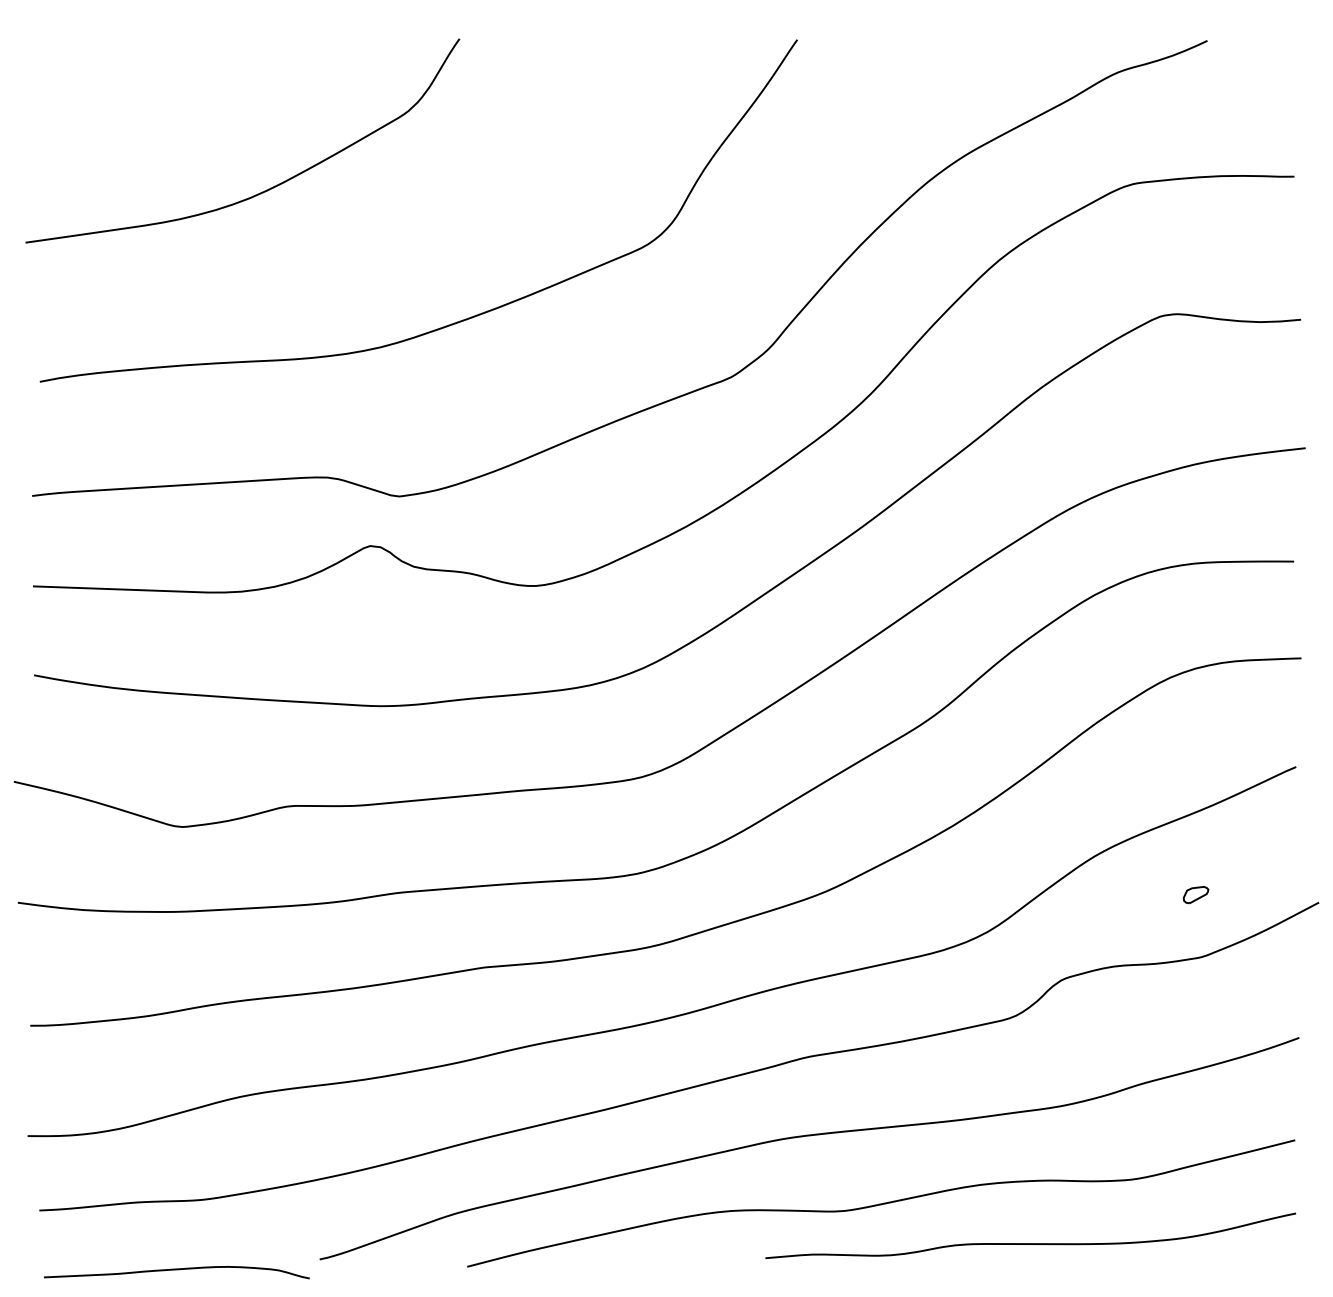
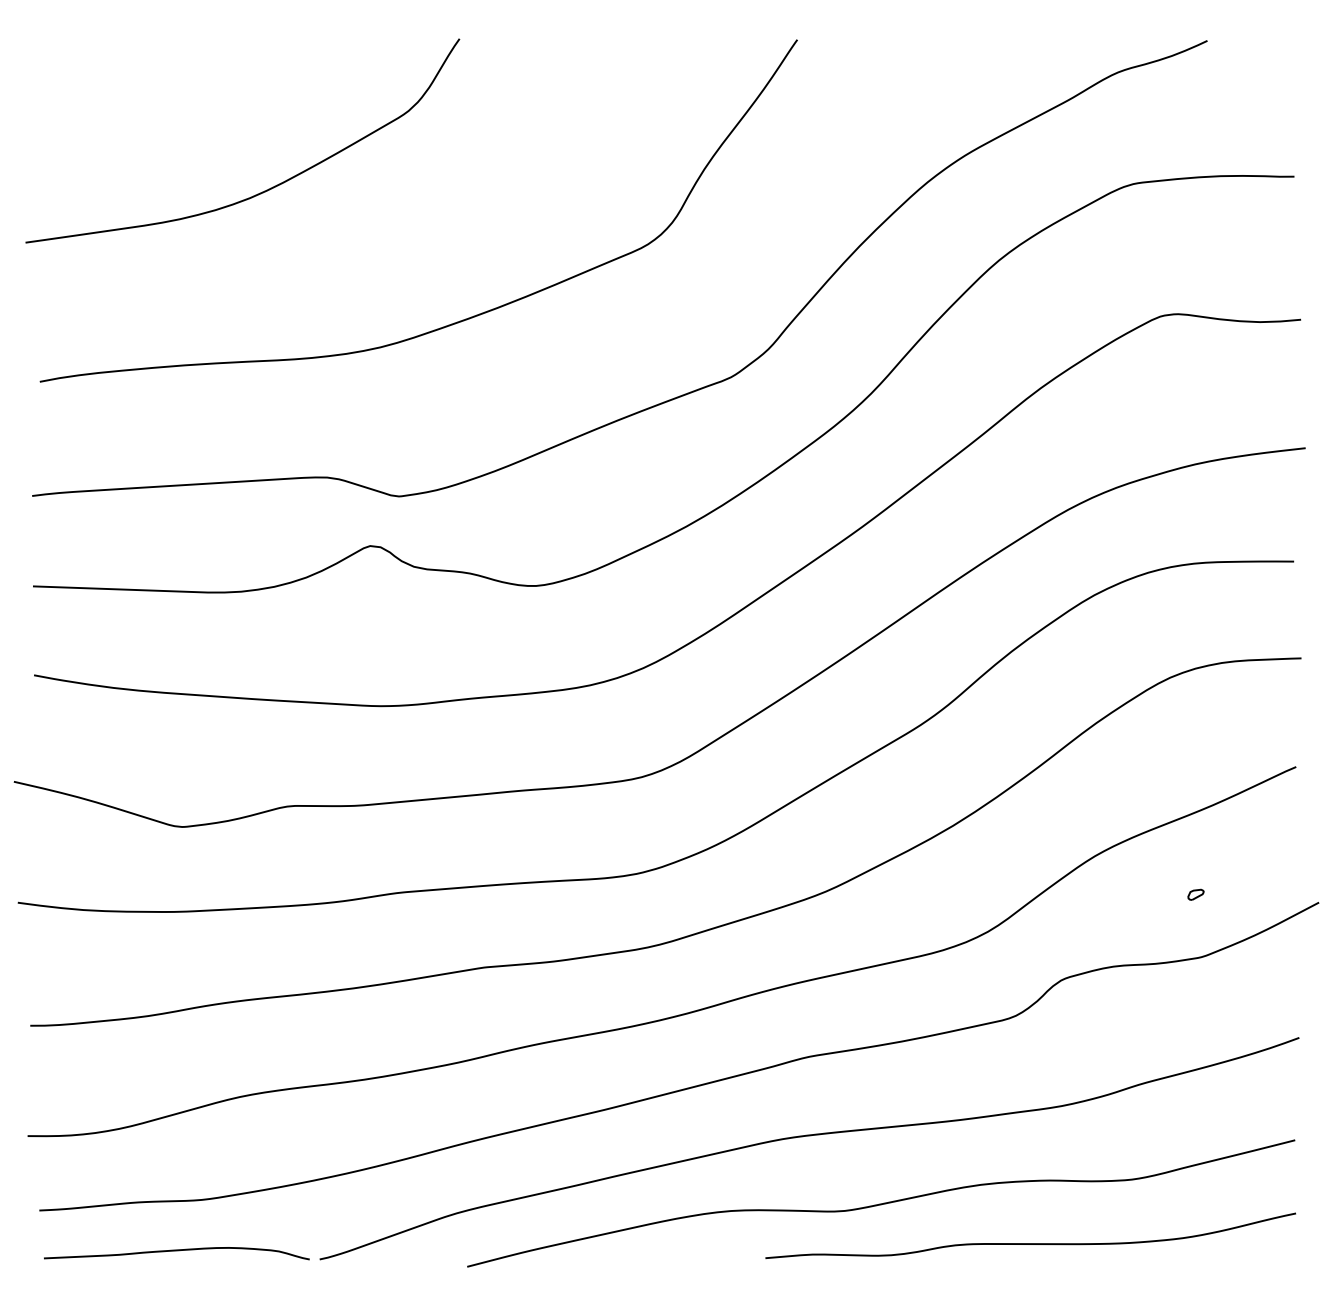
part at (1195, 895) size: 28x19 px -> 18x13 px
curve at (176, 1270) position: (176, 1270) -> (176, 1251)
